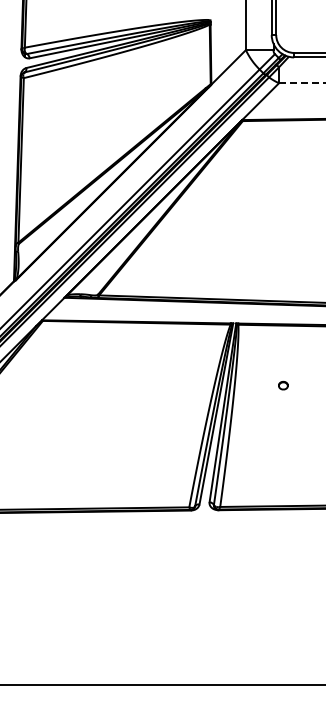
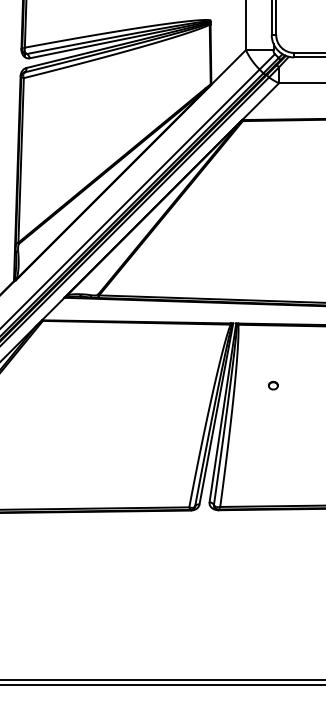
line at (302, 83): dashed -> solid
part at (283, 385) position: (283, 385) -> (273, 385)
line at (162, 679): none -> present
